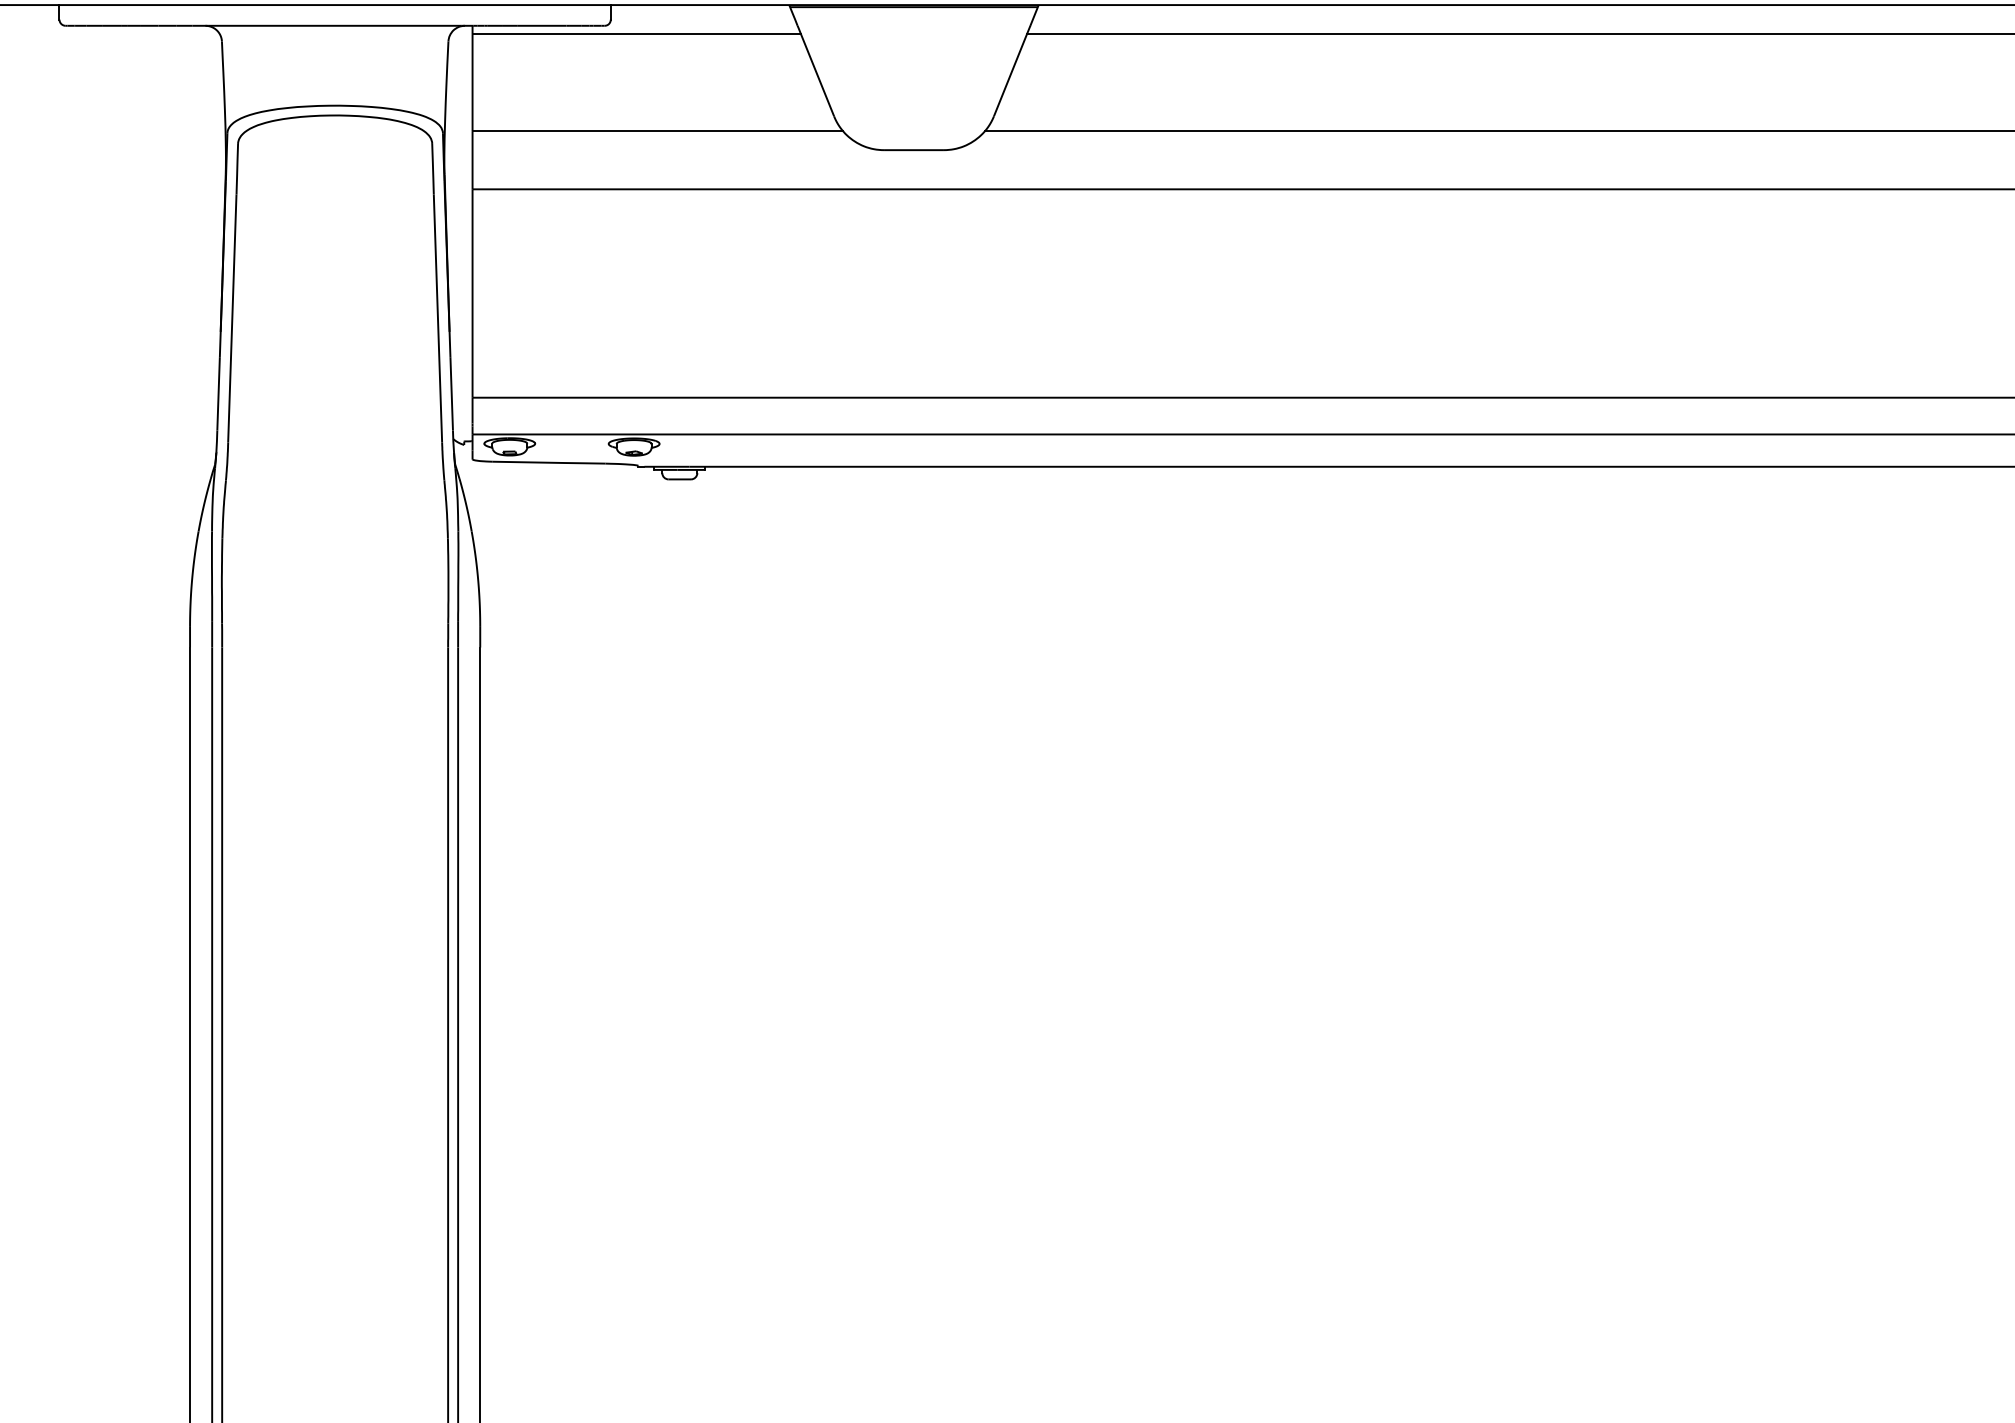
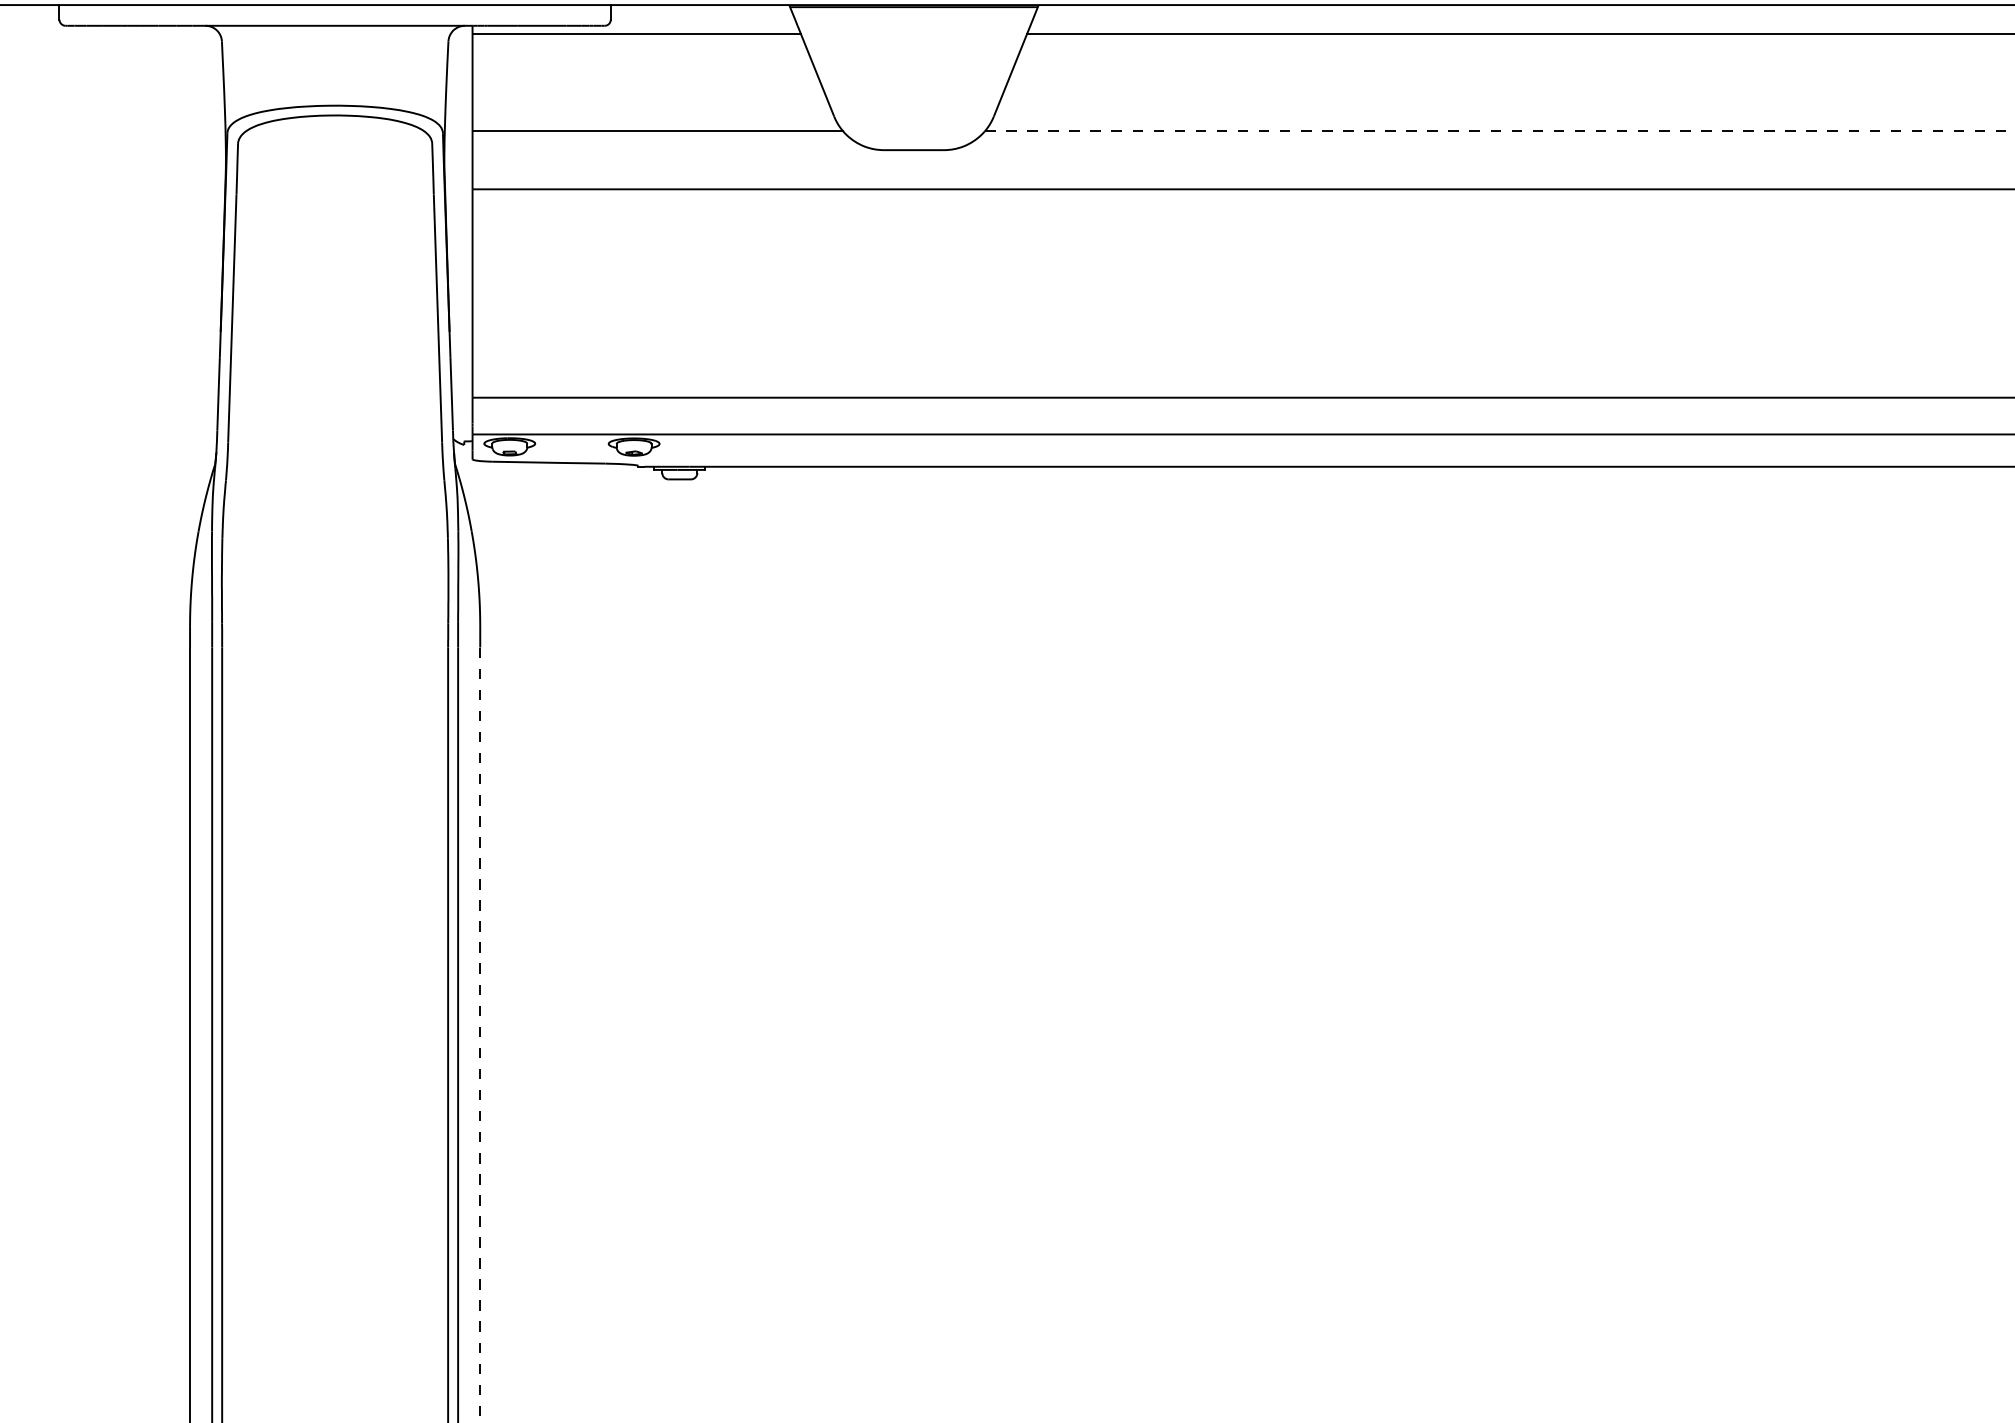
line at (1499, 131): solid -> dashed
line at (480, 1035): solid -> dashed
